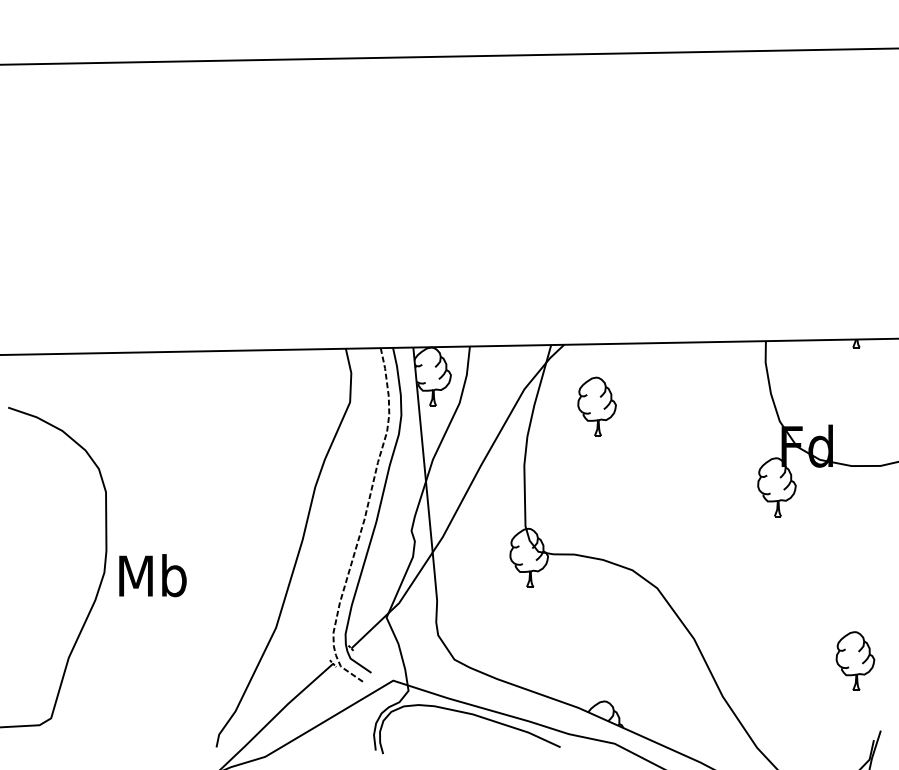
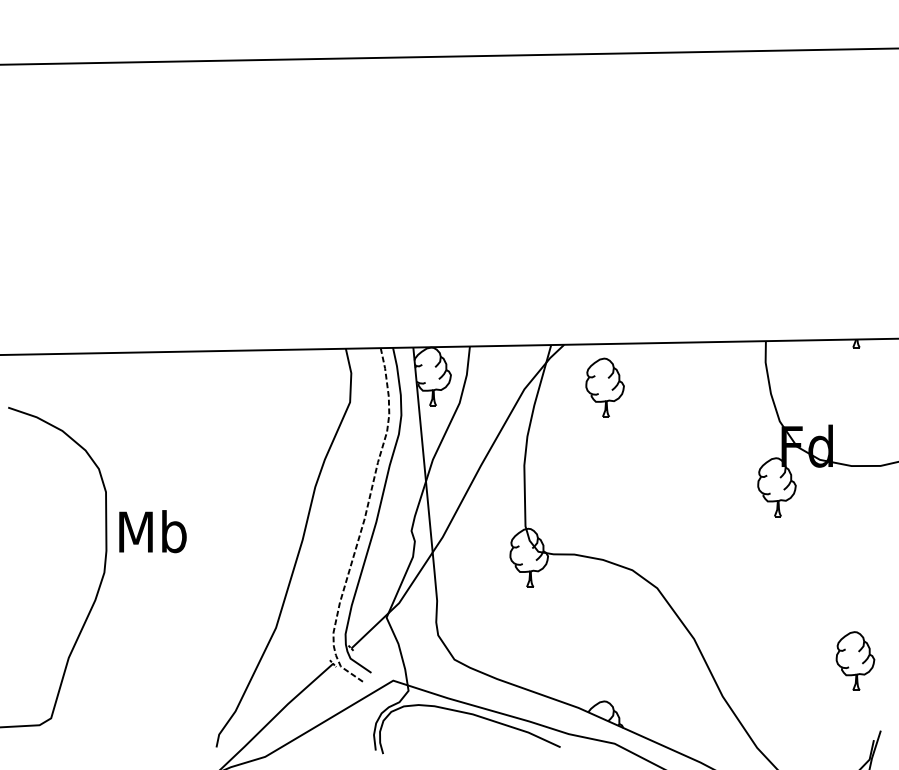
part at (596, 406) position: (596, 406) -> (604, 387)
text at (152, 575) position: (152, 575) -> (152, 531)
